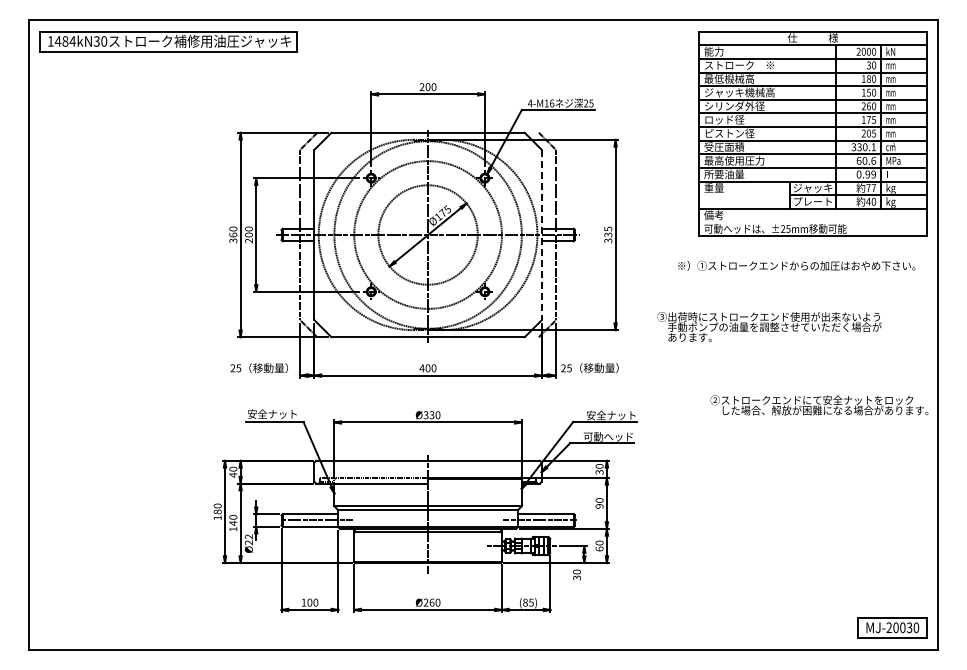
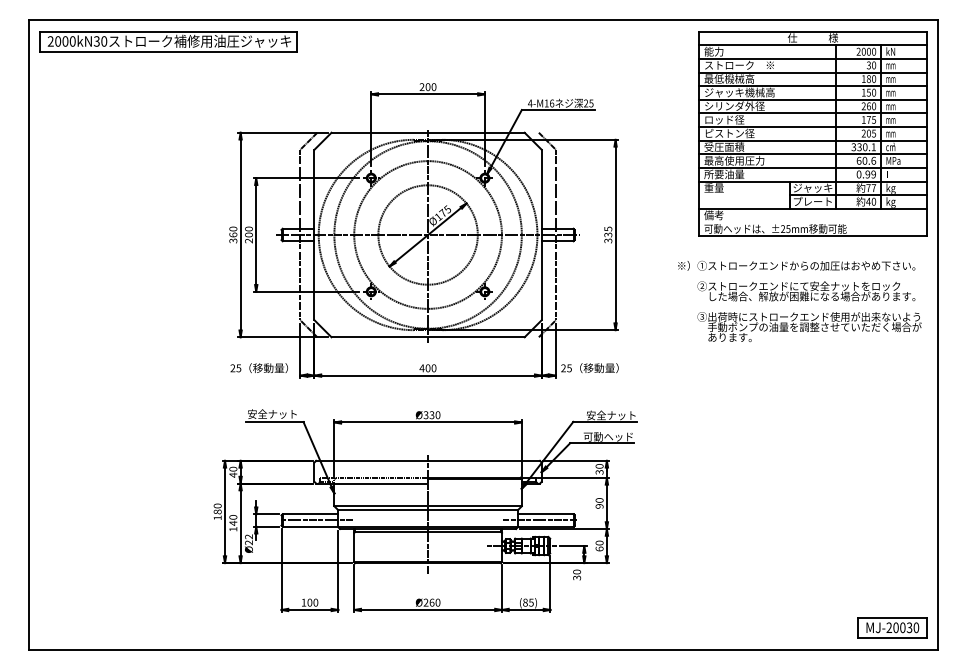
text at (61, 41): 1484kN30 -> 2000kN30
line at (541, 235): dashed -> solid
text at (769, 326) position: (769, 326) -> (809, 326)
text at (819, 405) position: (819, 405) -> (806, 291)
